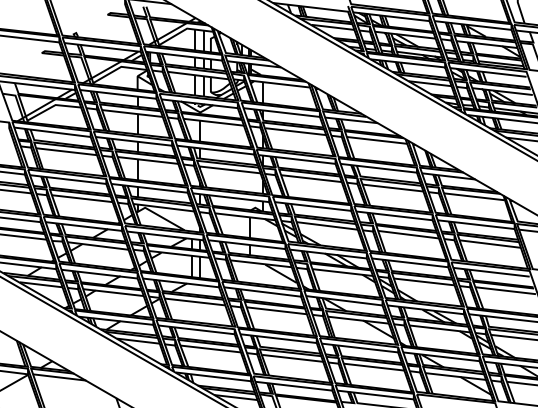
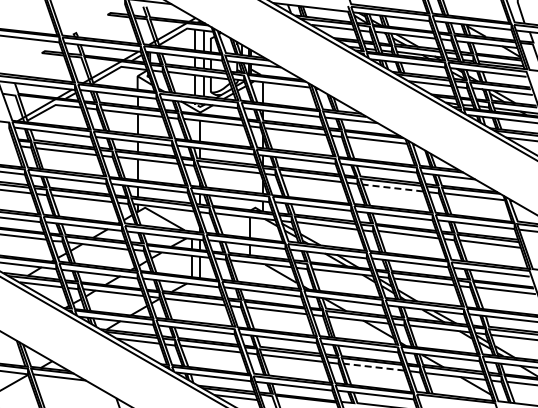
line at (392, 188): solid -> dashed
line at (374, 367): solid -> dashed
